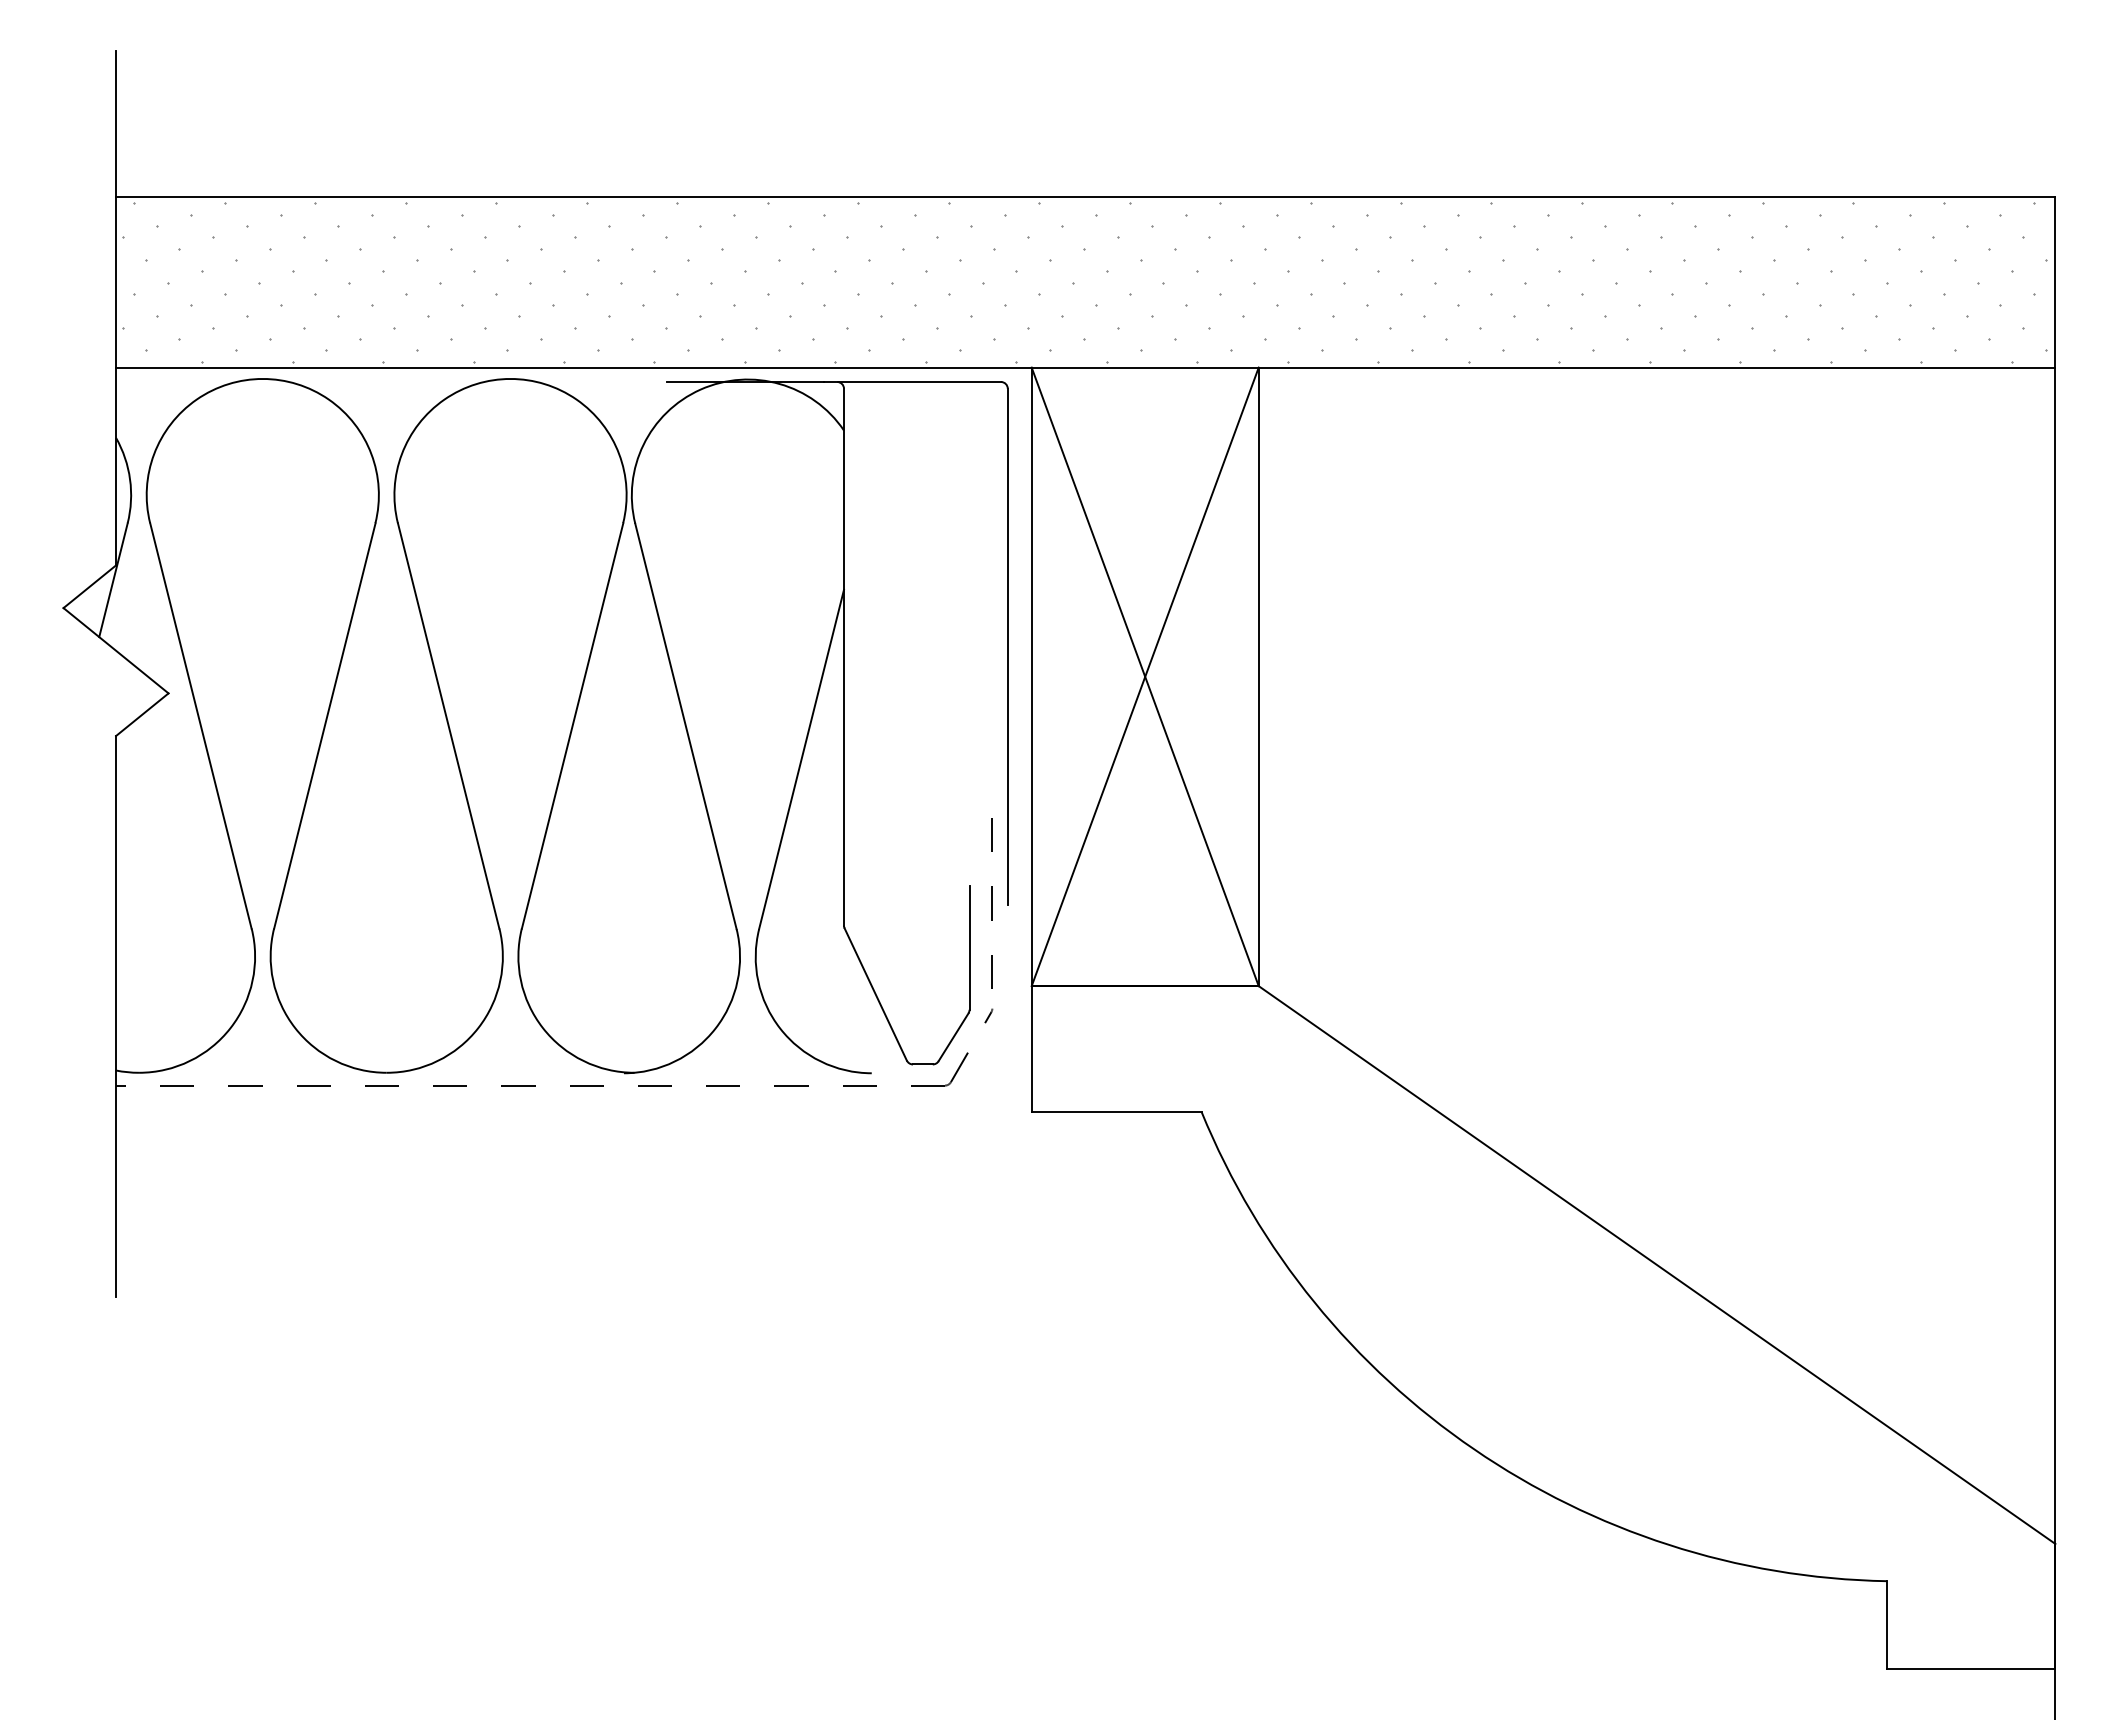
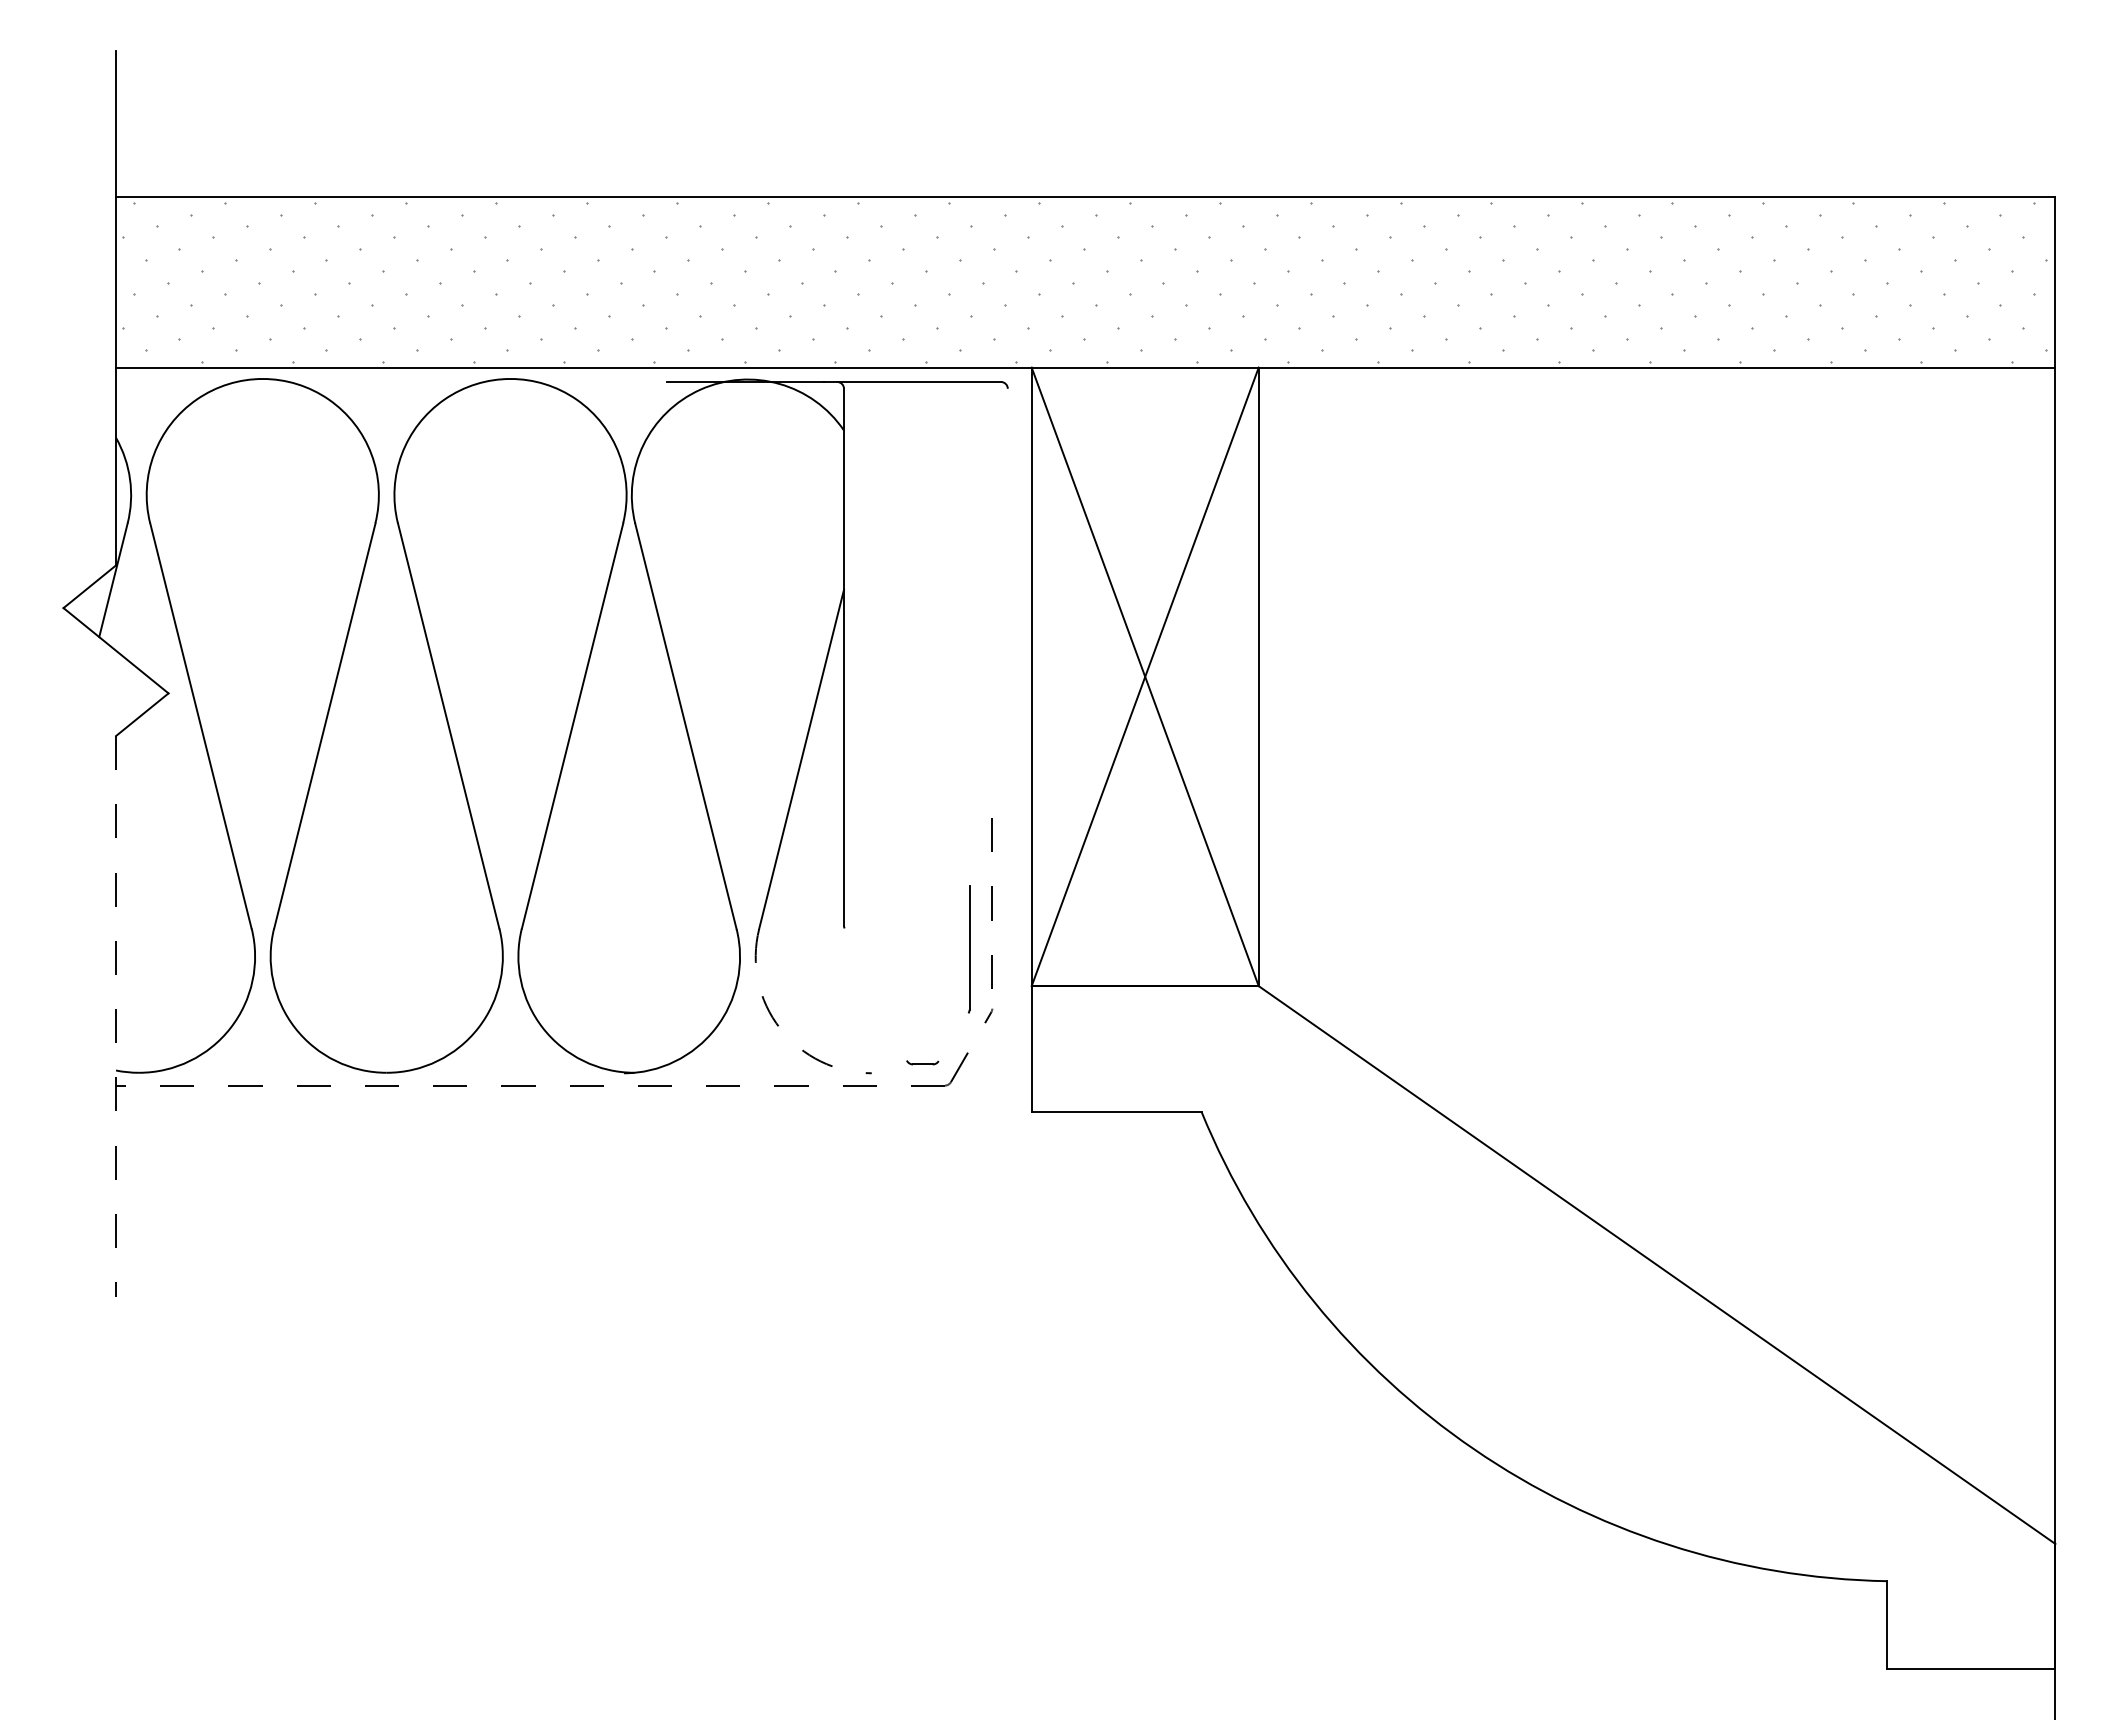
line at (1007, 646): present -> none
line at (875, 994): present -> none
line at (116, 1016): solid -> dashed
arc at (780, 1028): solid -> dashed
line at (953, 1037): present -> none
